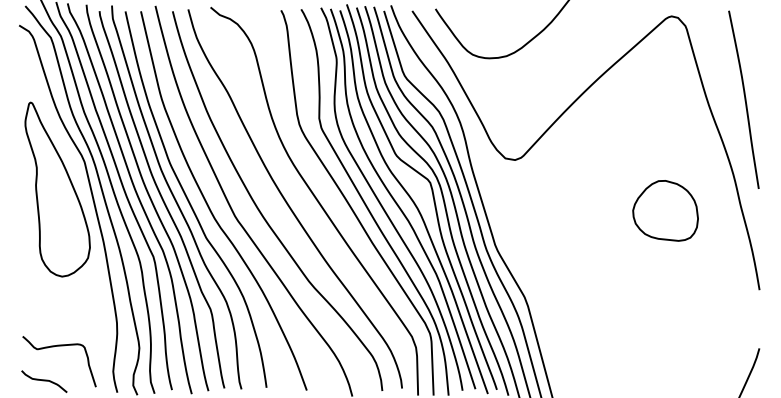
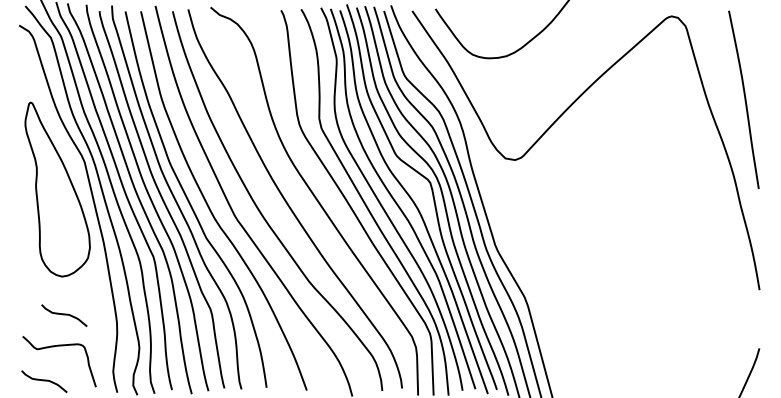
part at (665, 210): present -> none
curve at (64, 315): none -> present
